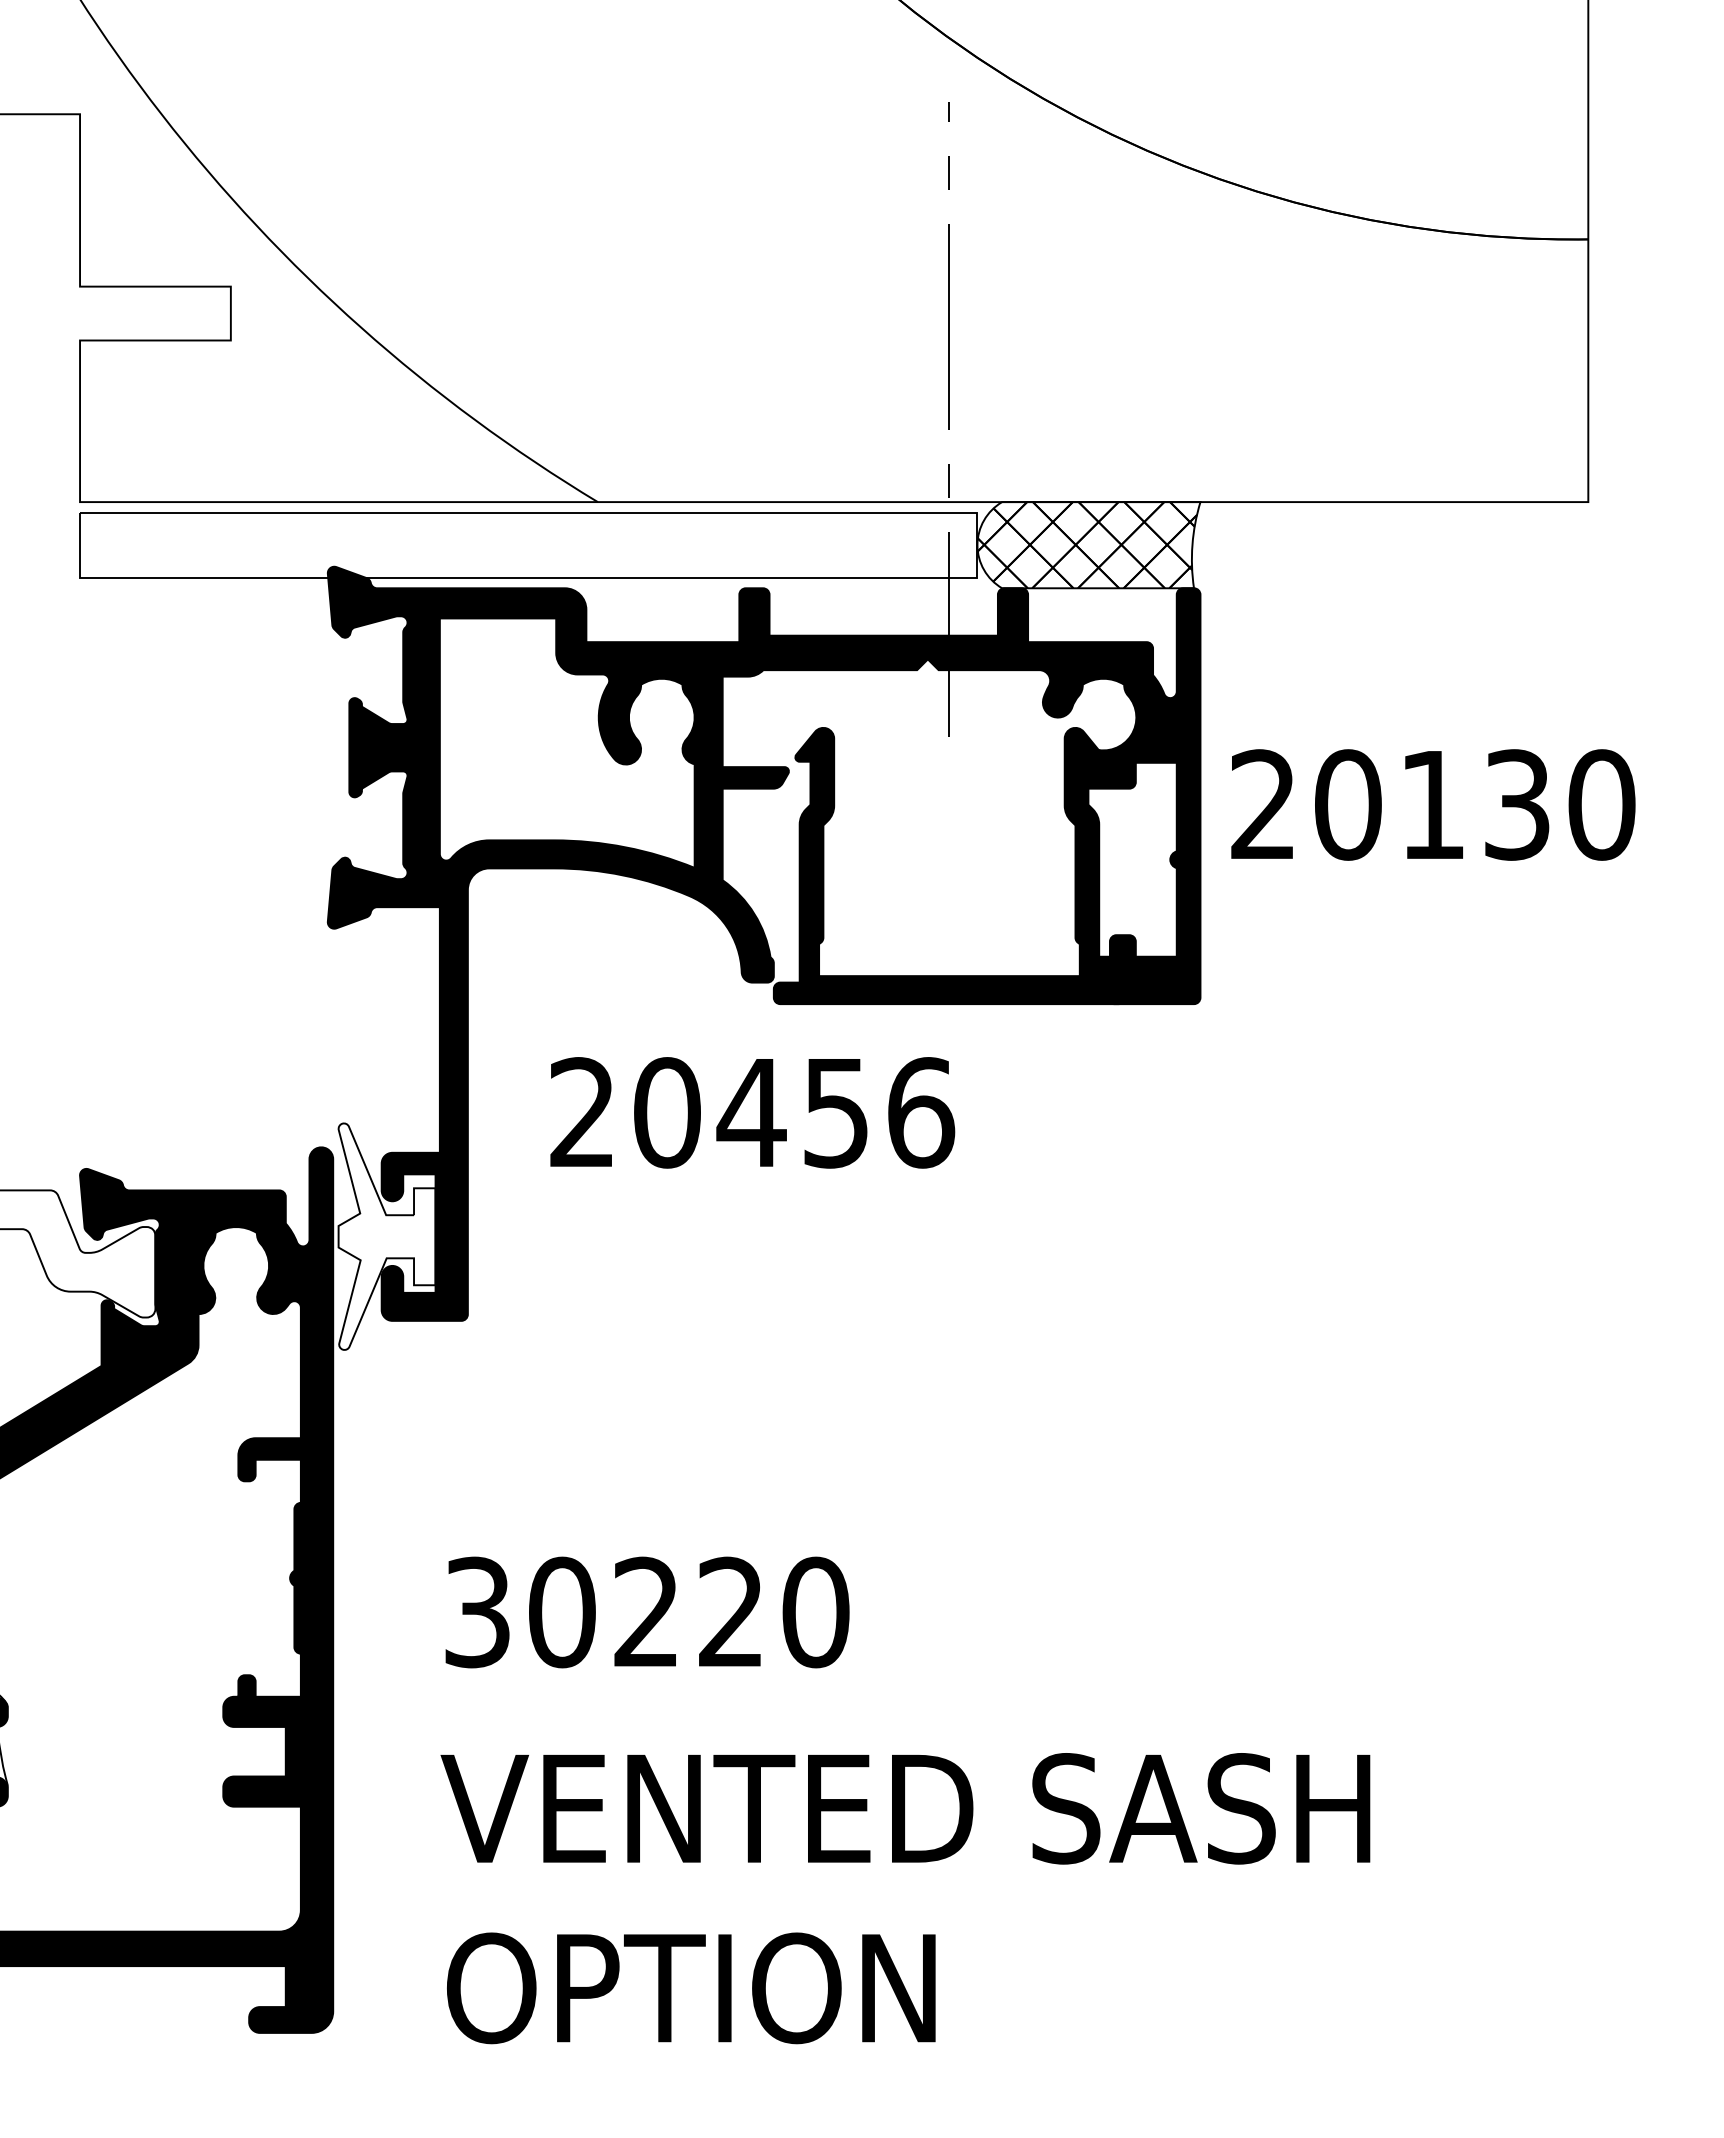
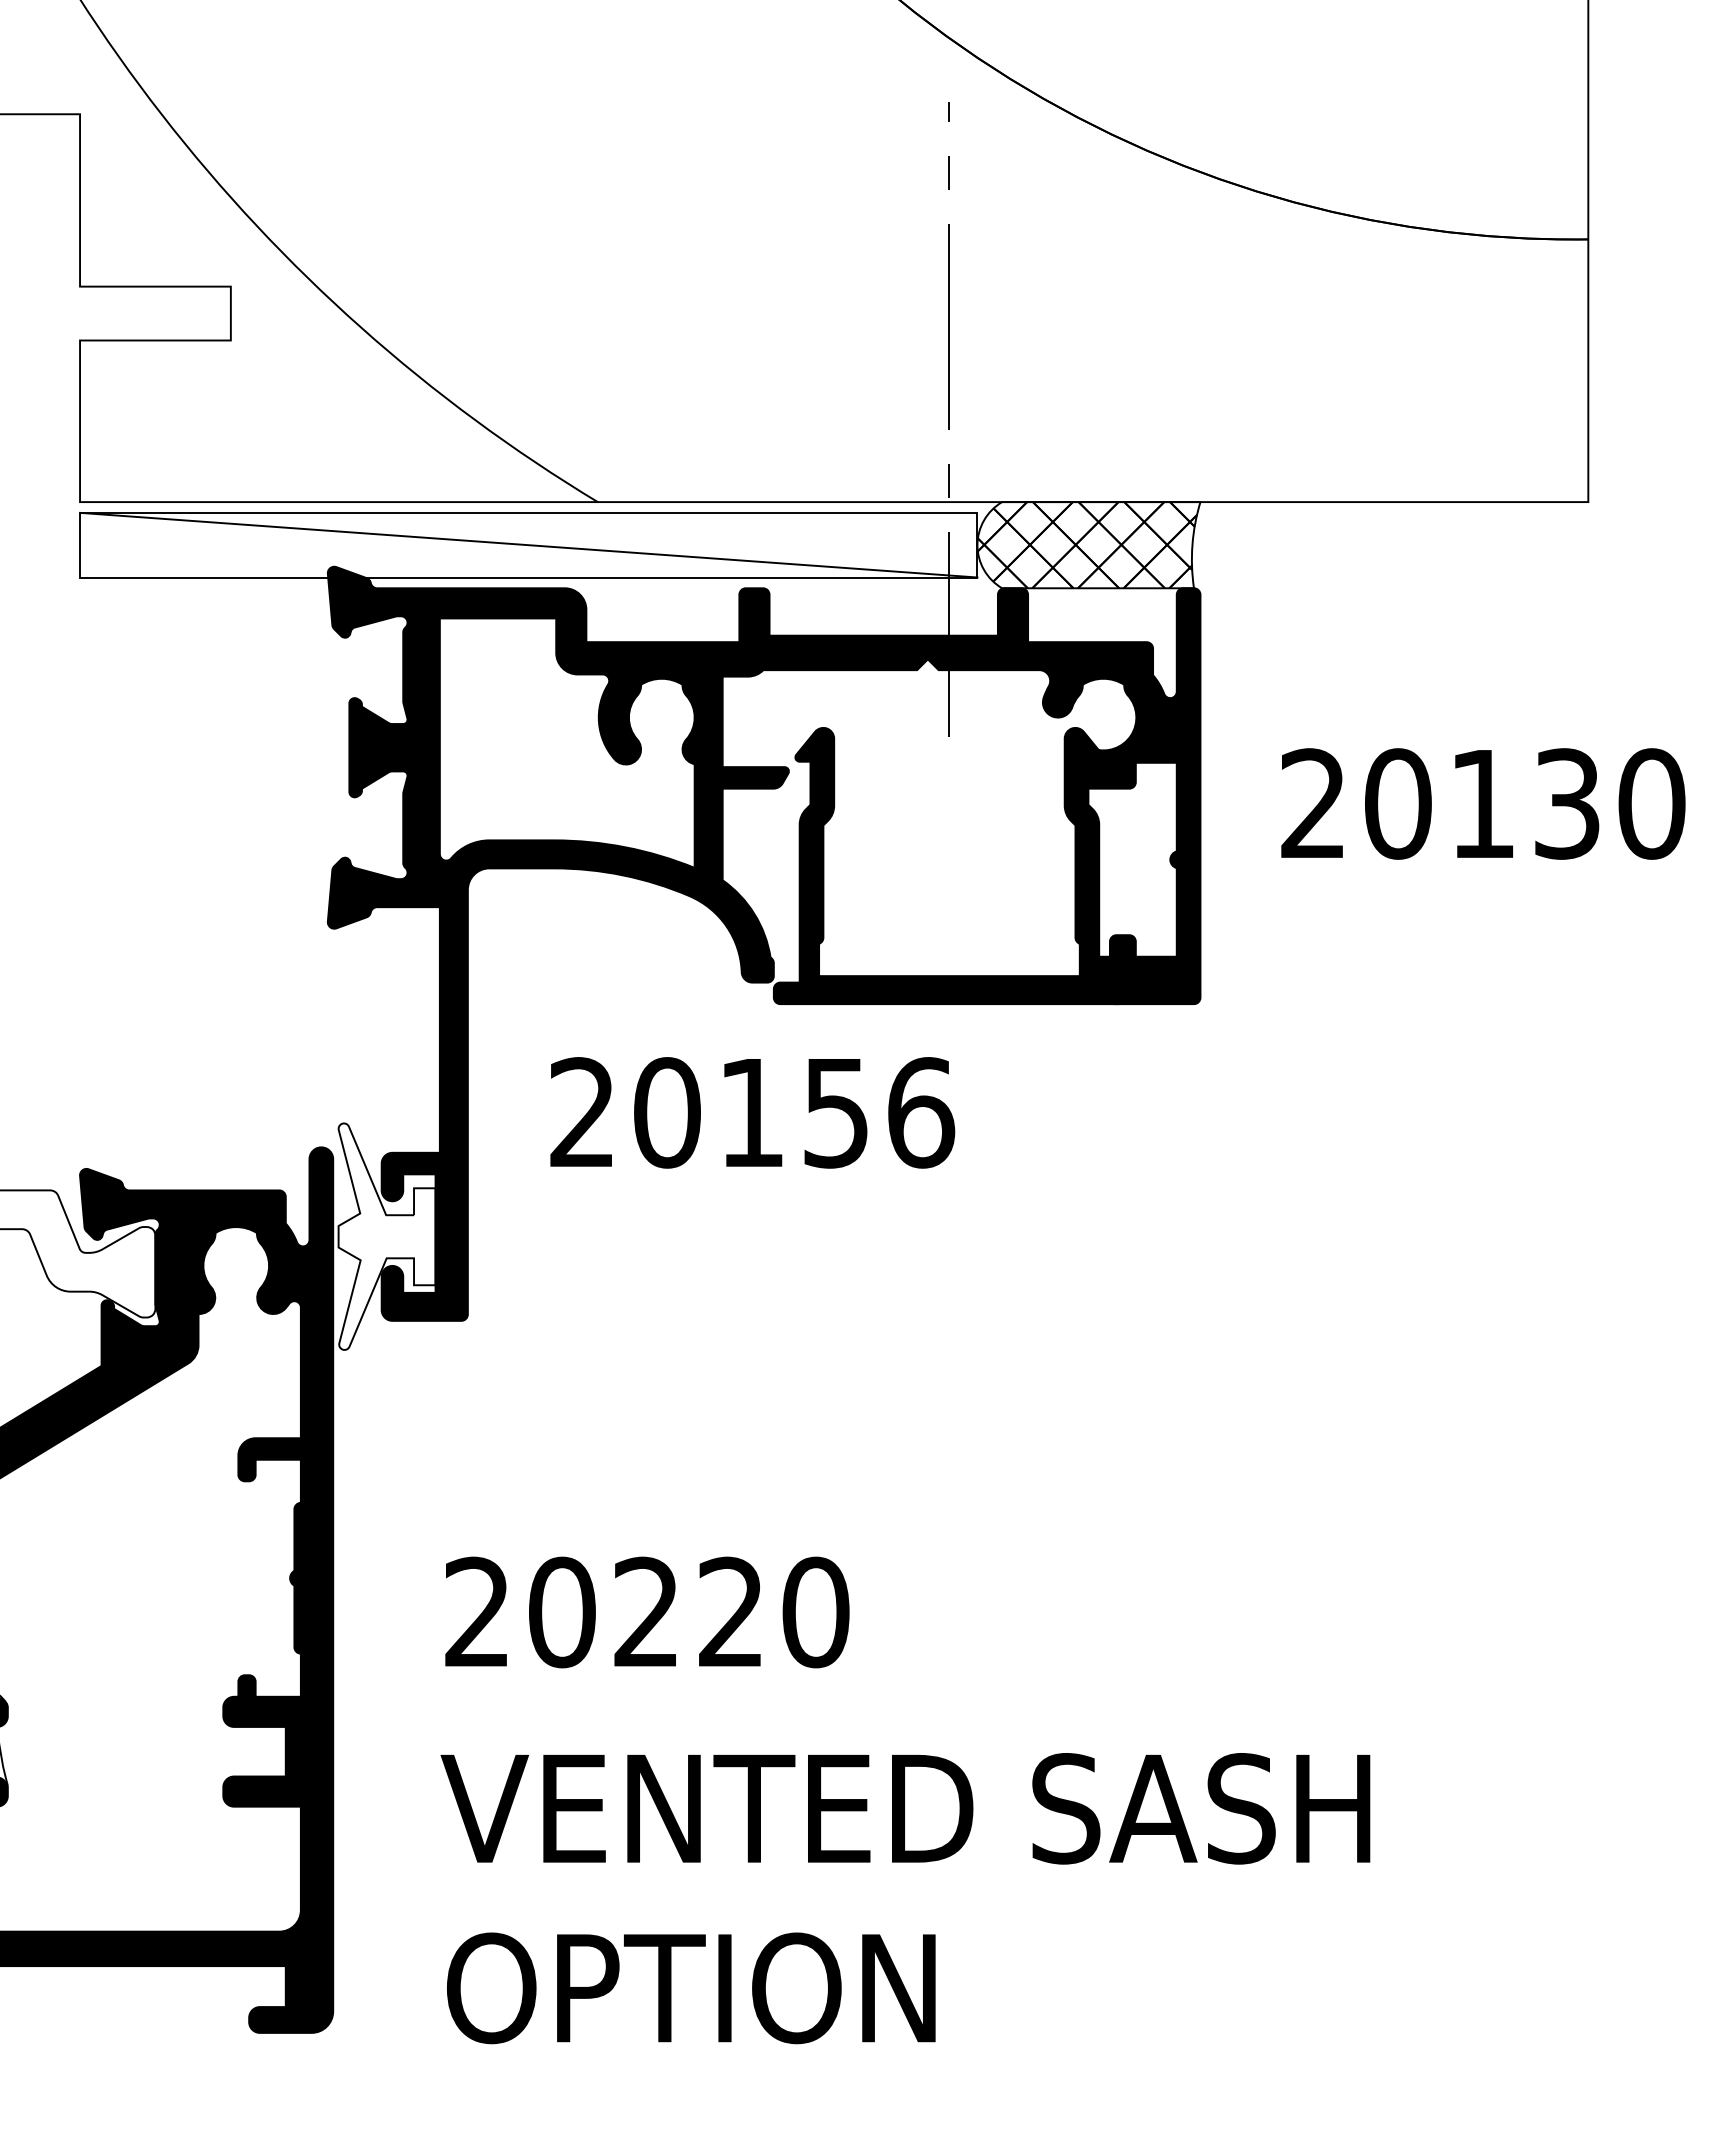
line at (528, 544): none -> present
text at (1433, 804) position: (1433, 804) -> (1483, 803)
text at (751, 1112): 20456 -> 20156
text at (477, 1612): 30220 -> 20220
